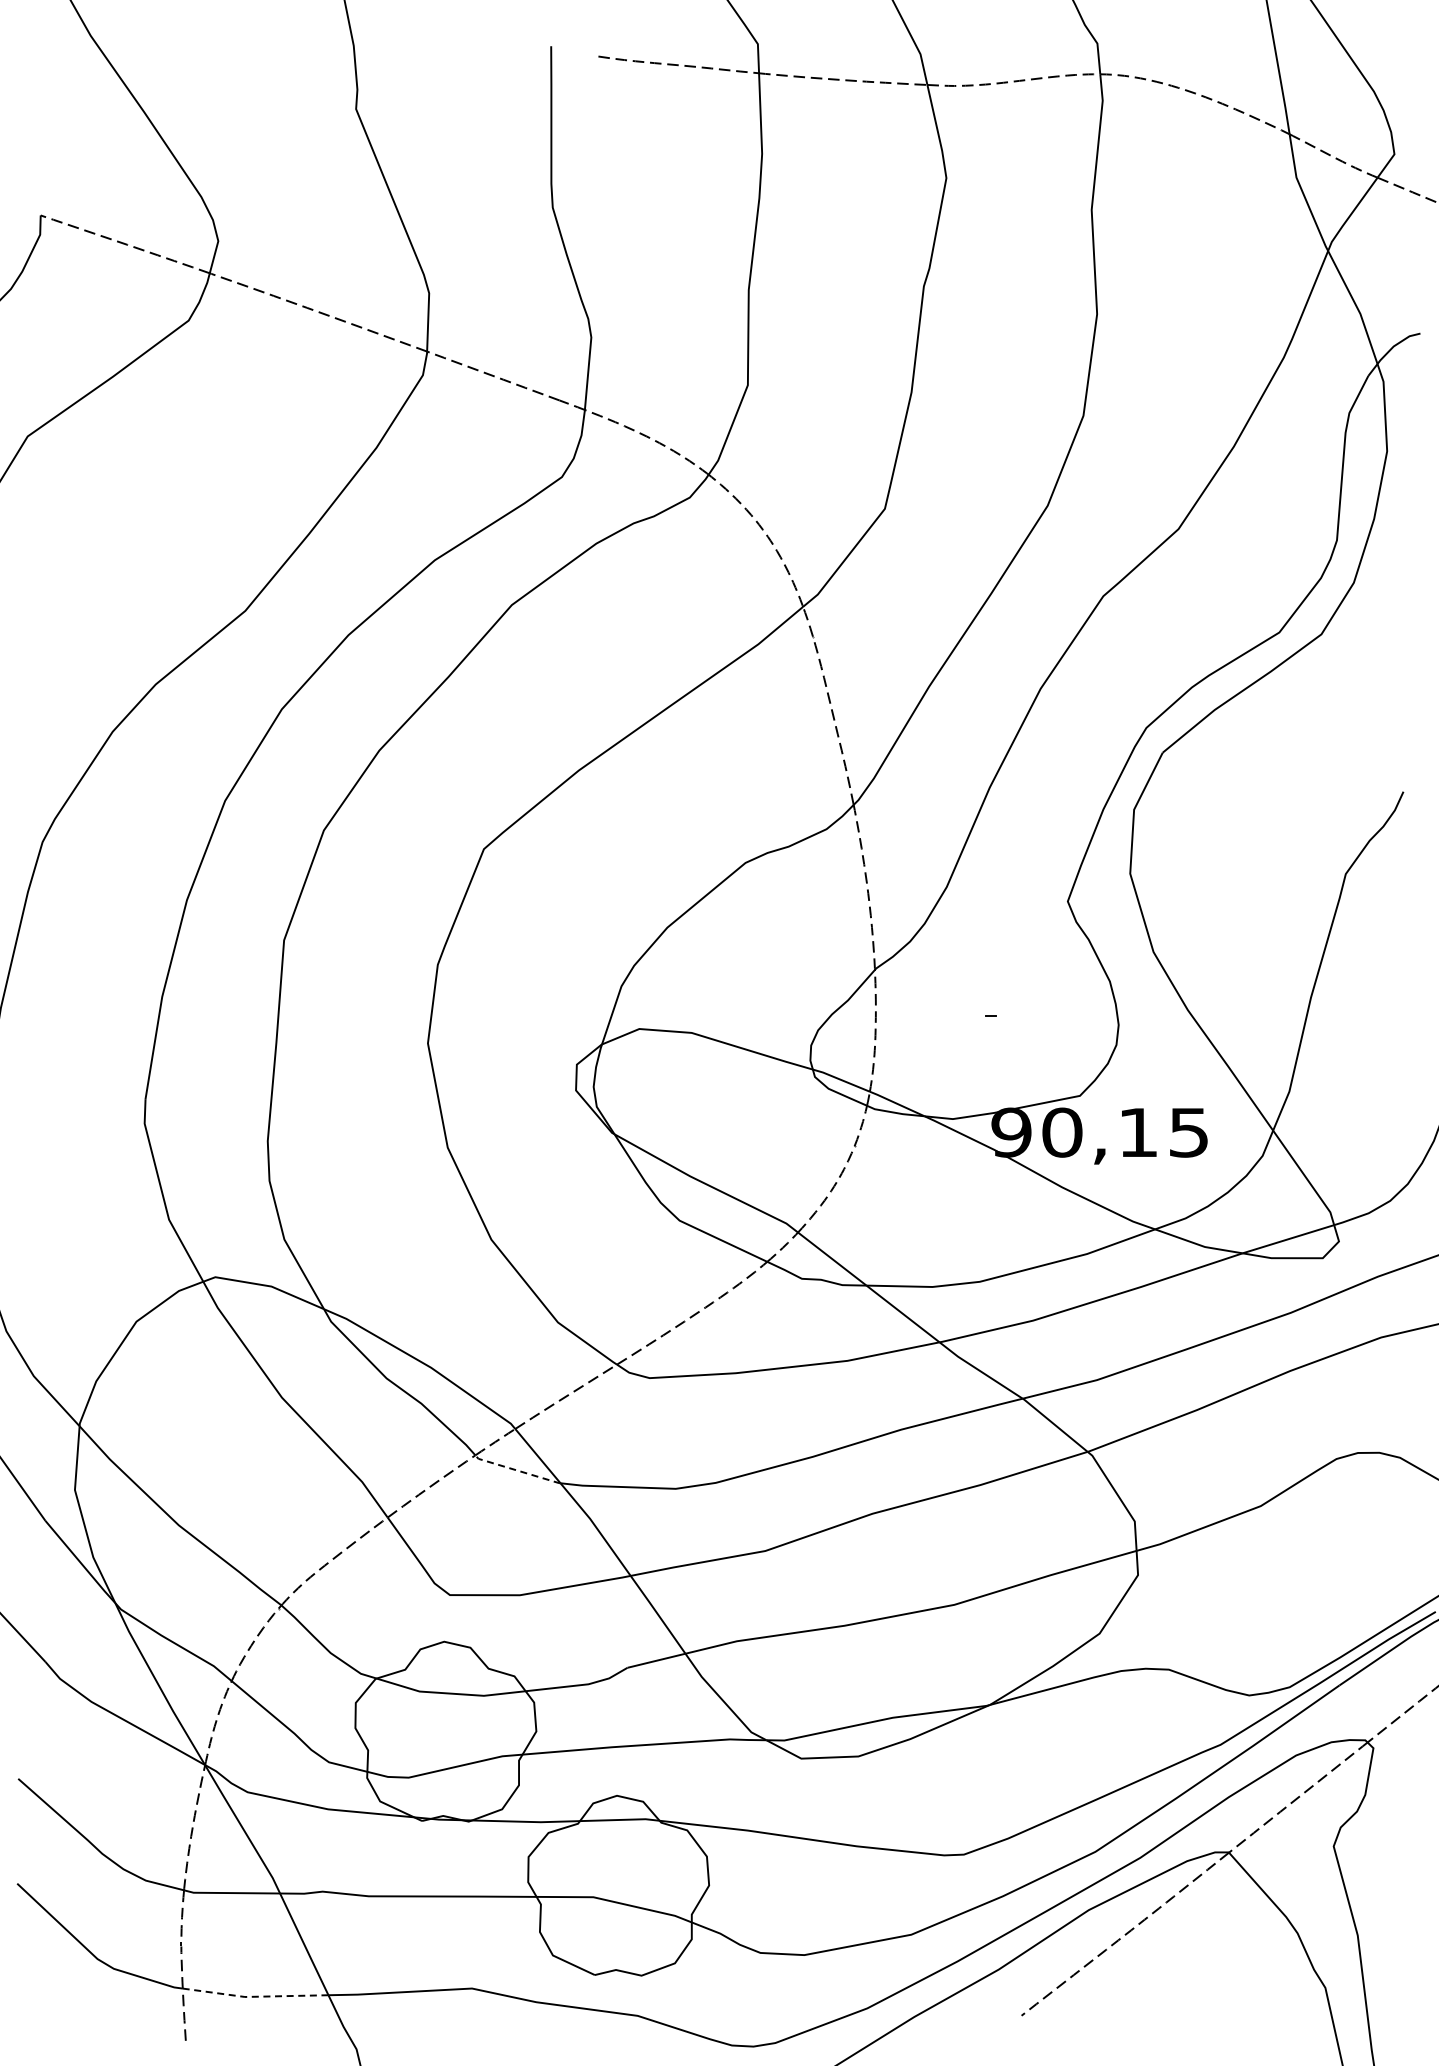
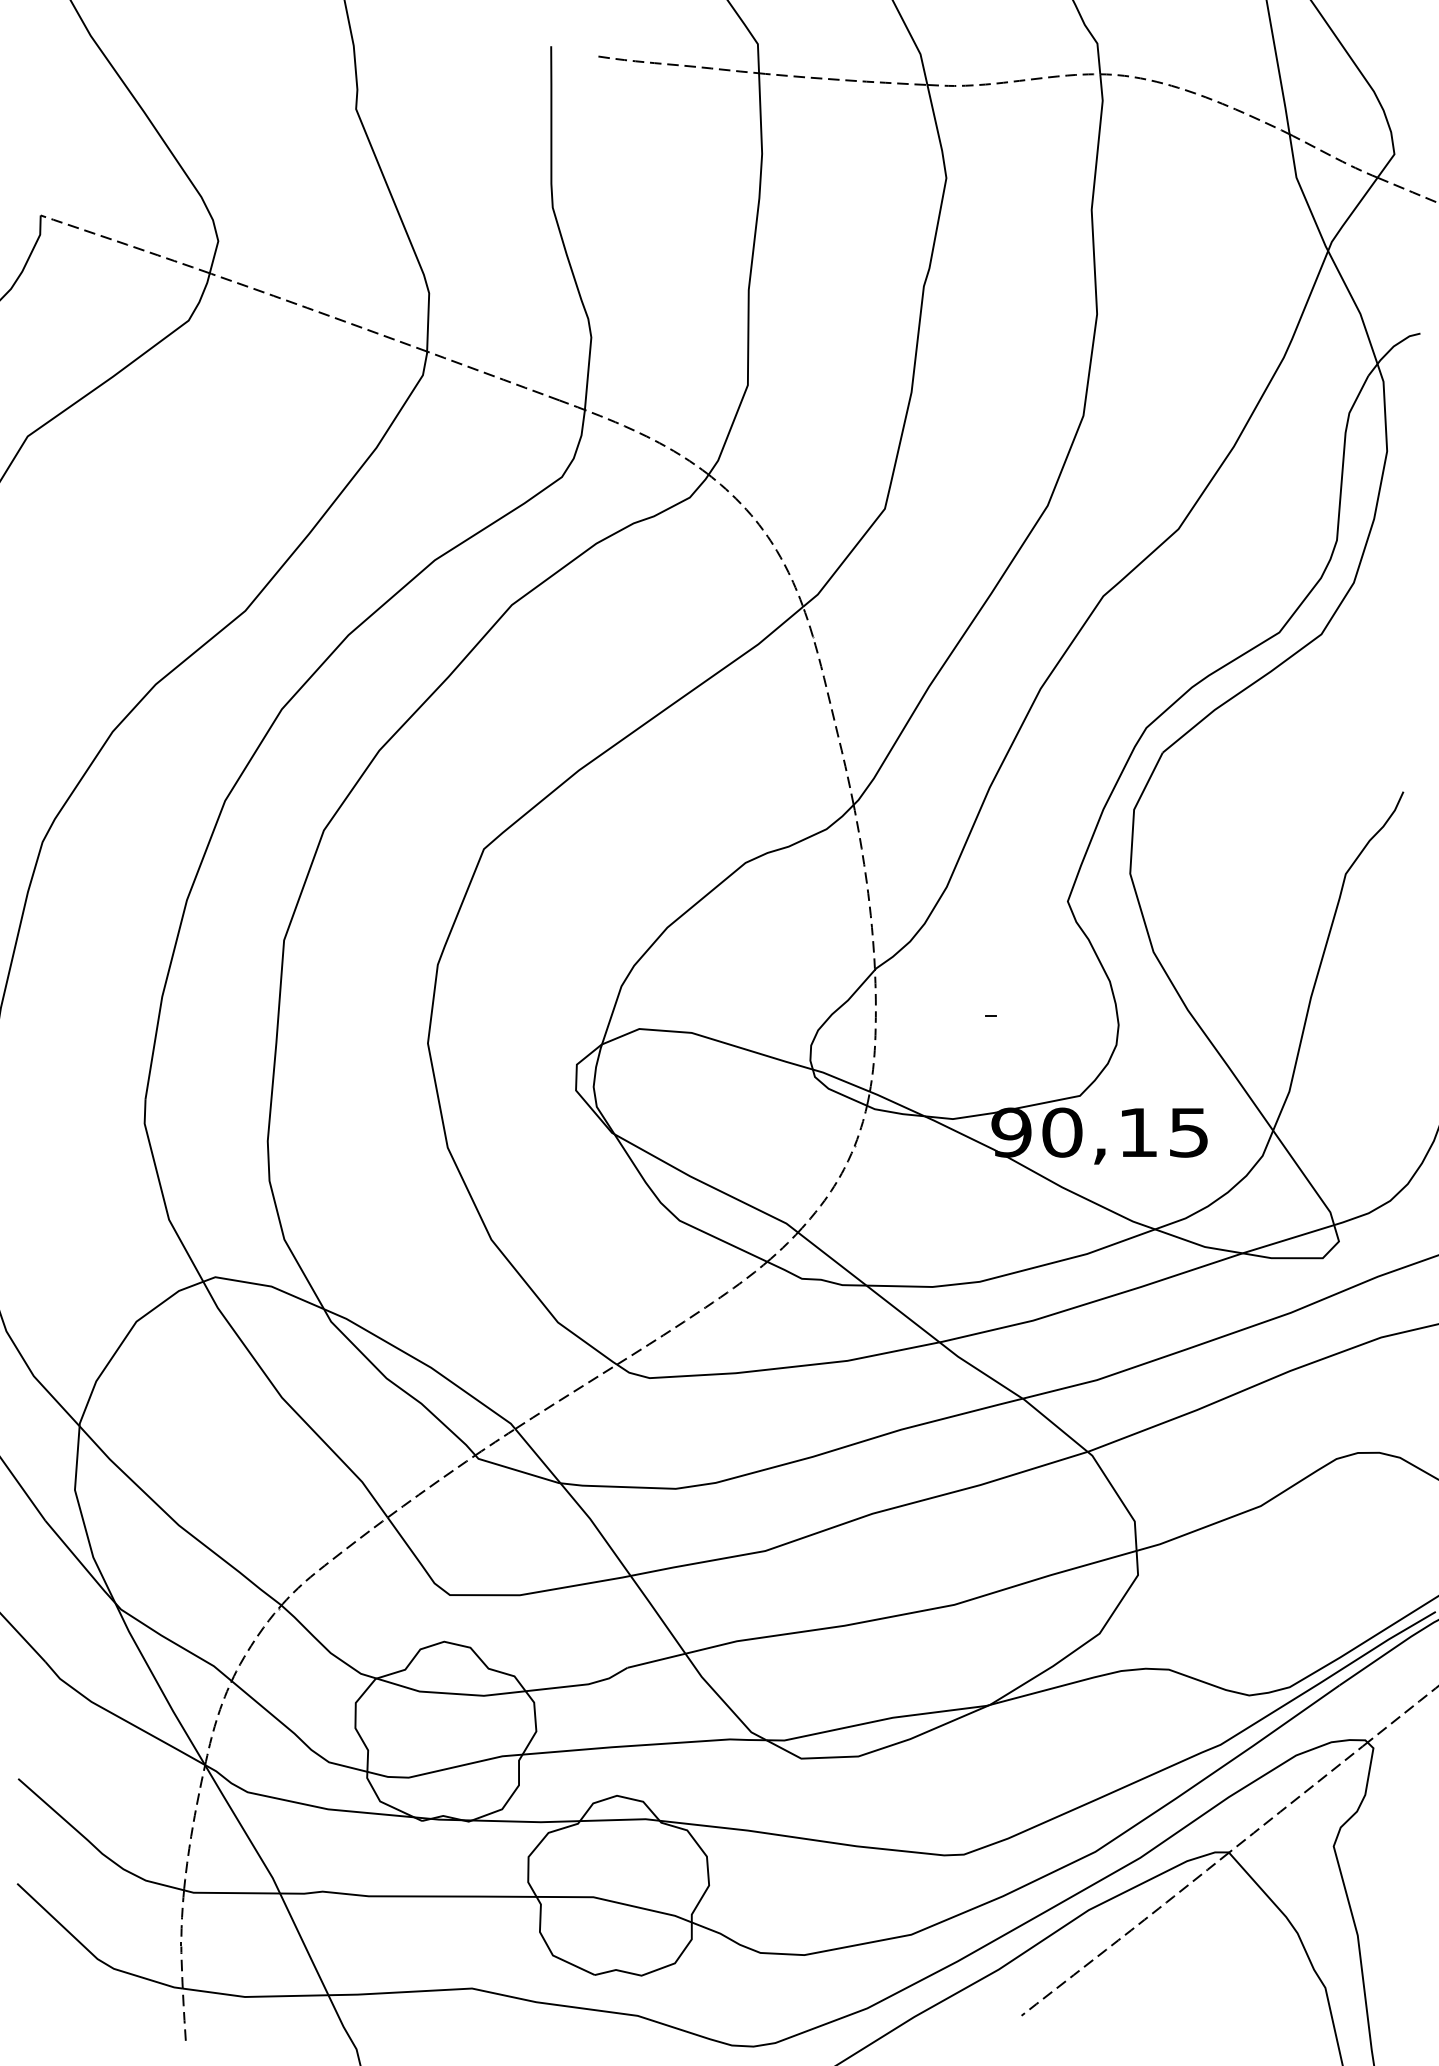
line at (517, 1470): dashed -> solid
line at (254, 1996): dashed -> solid
